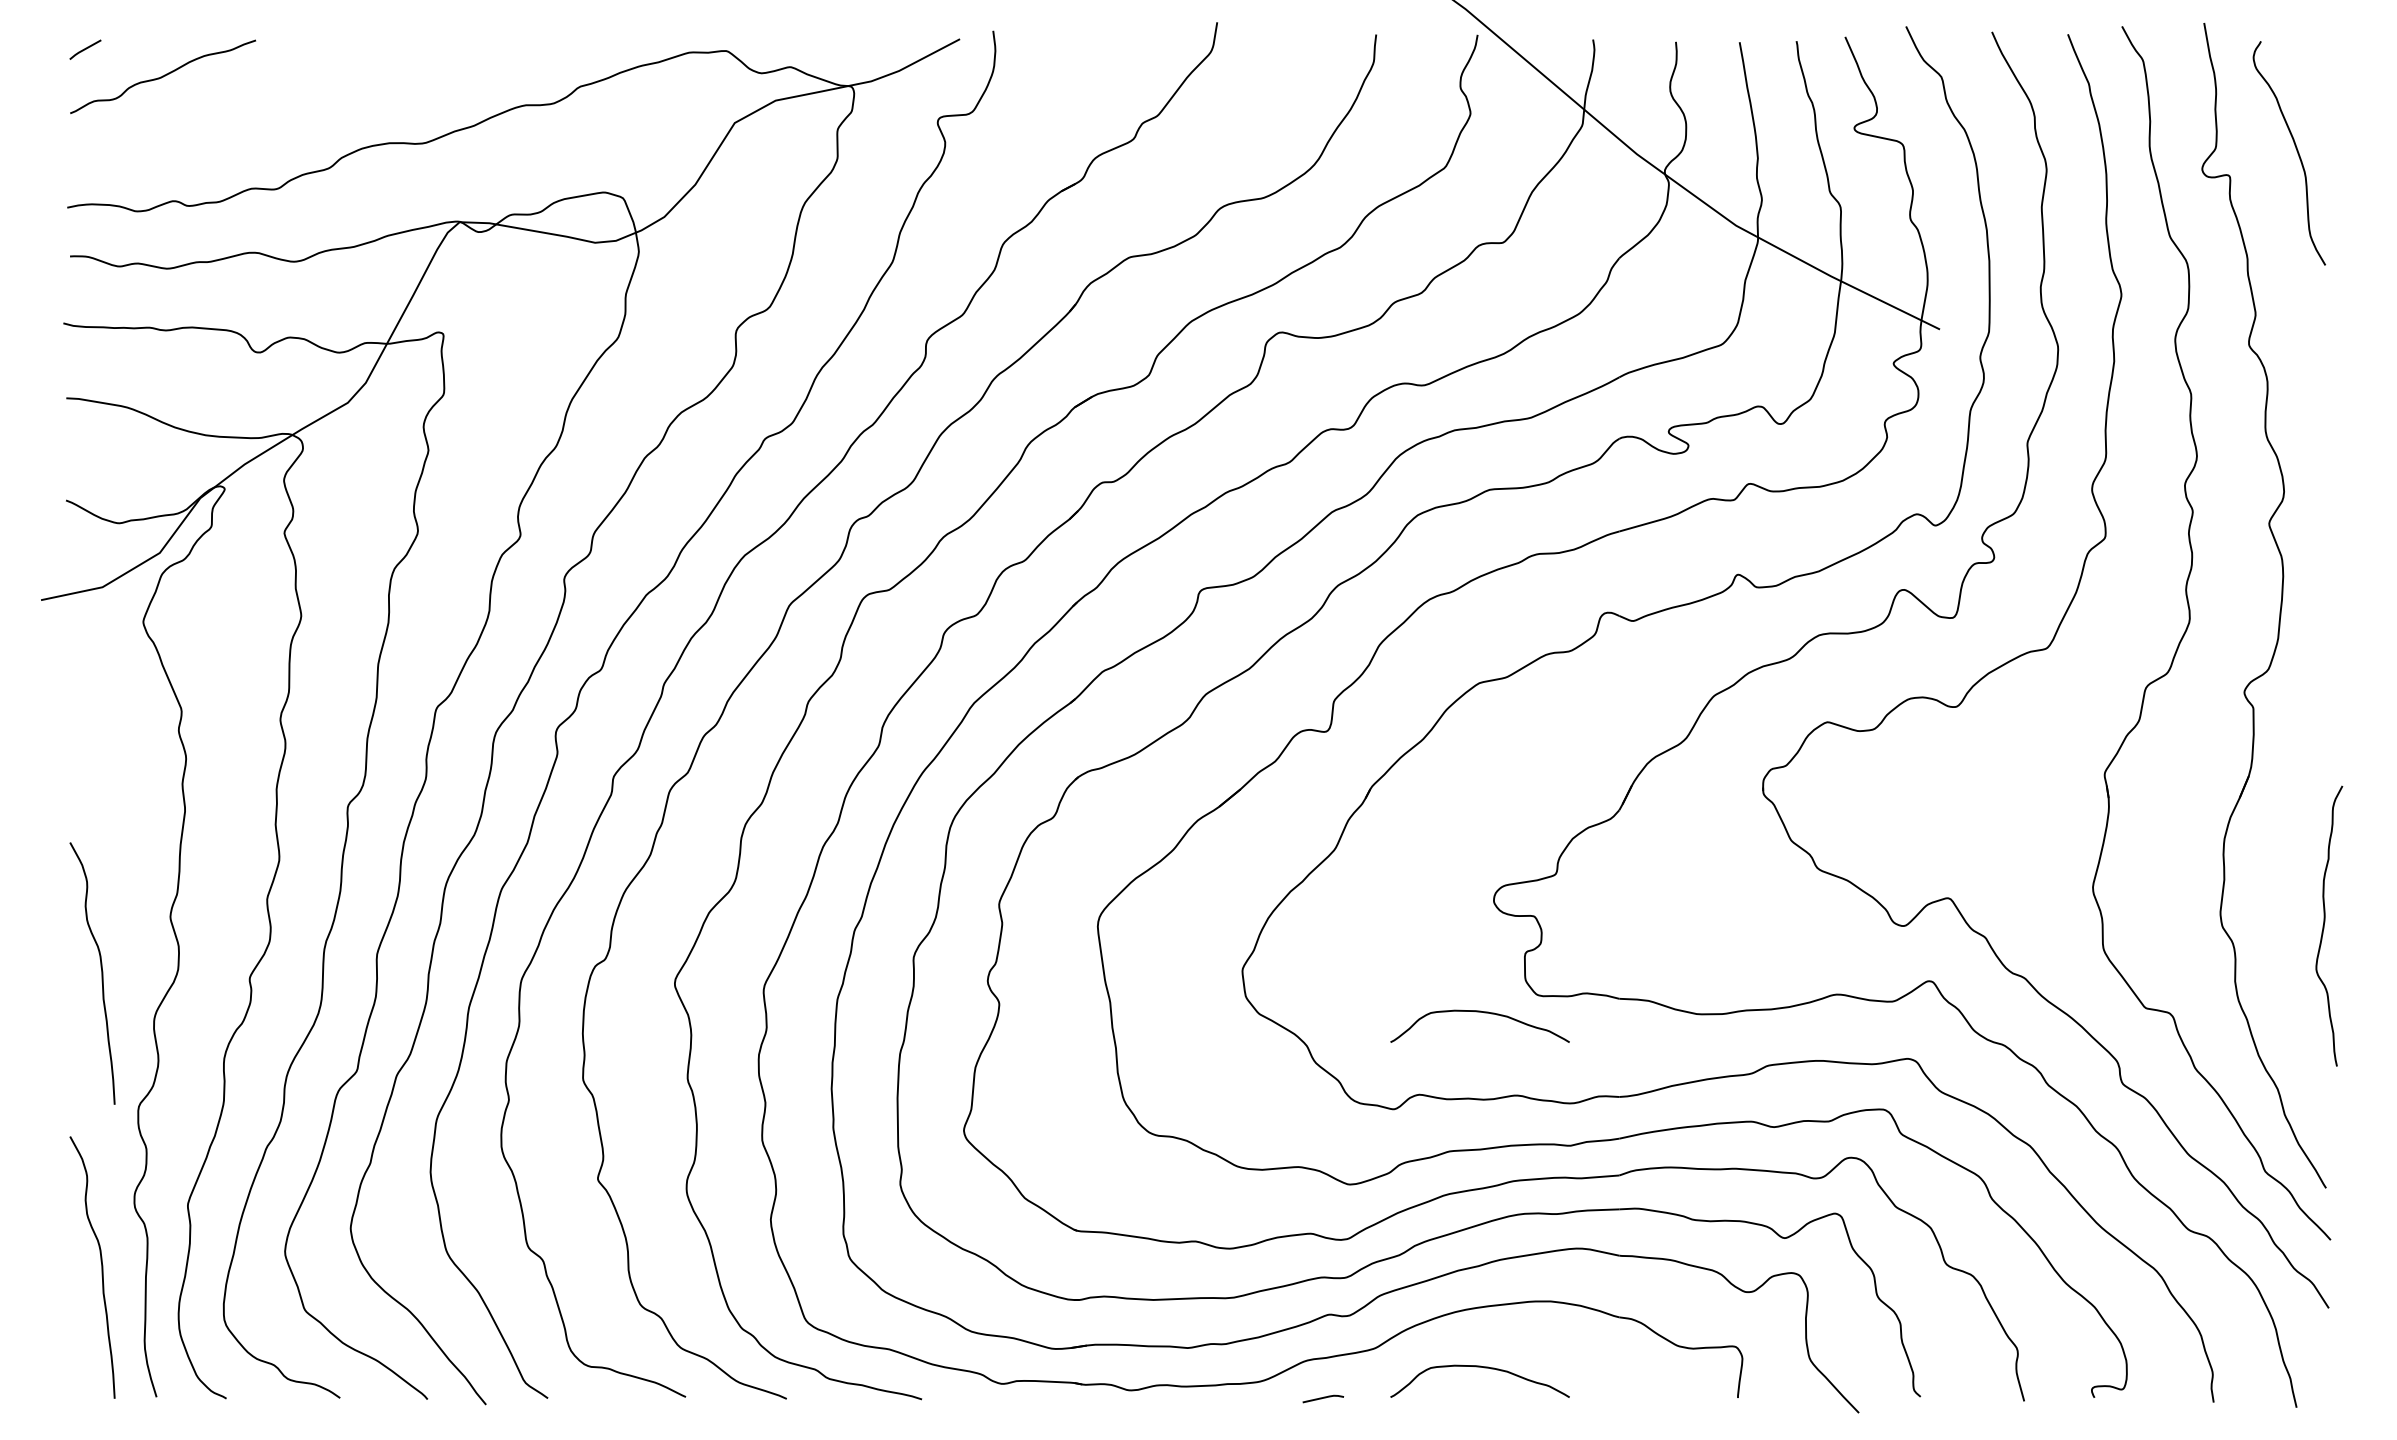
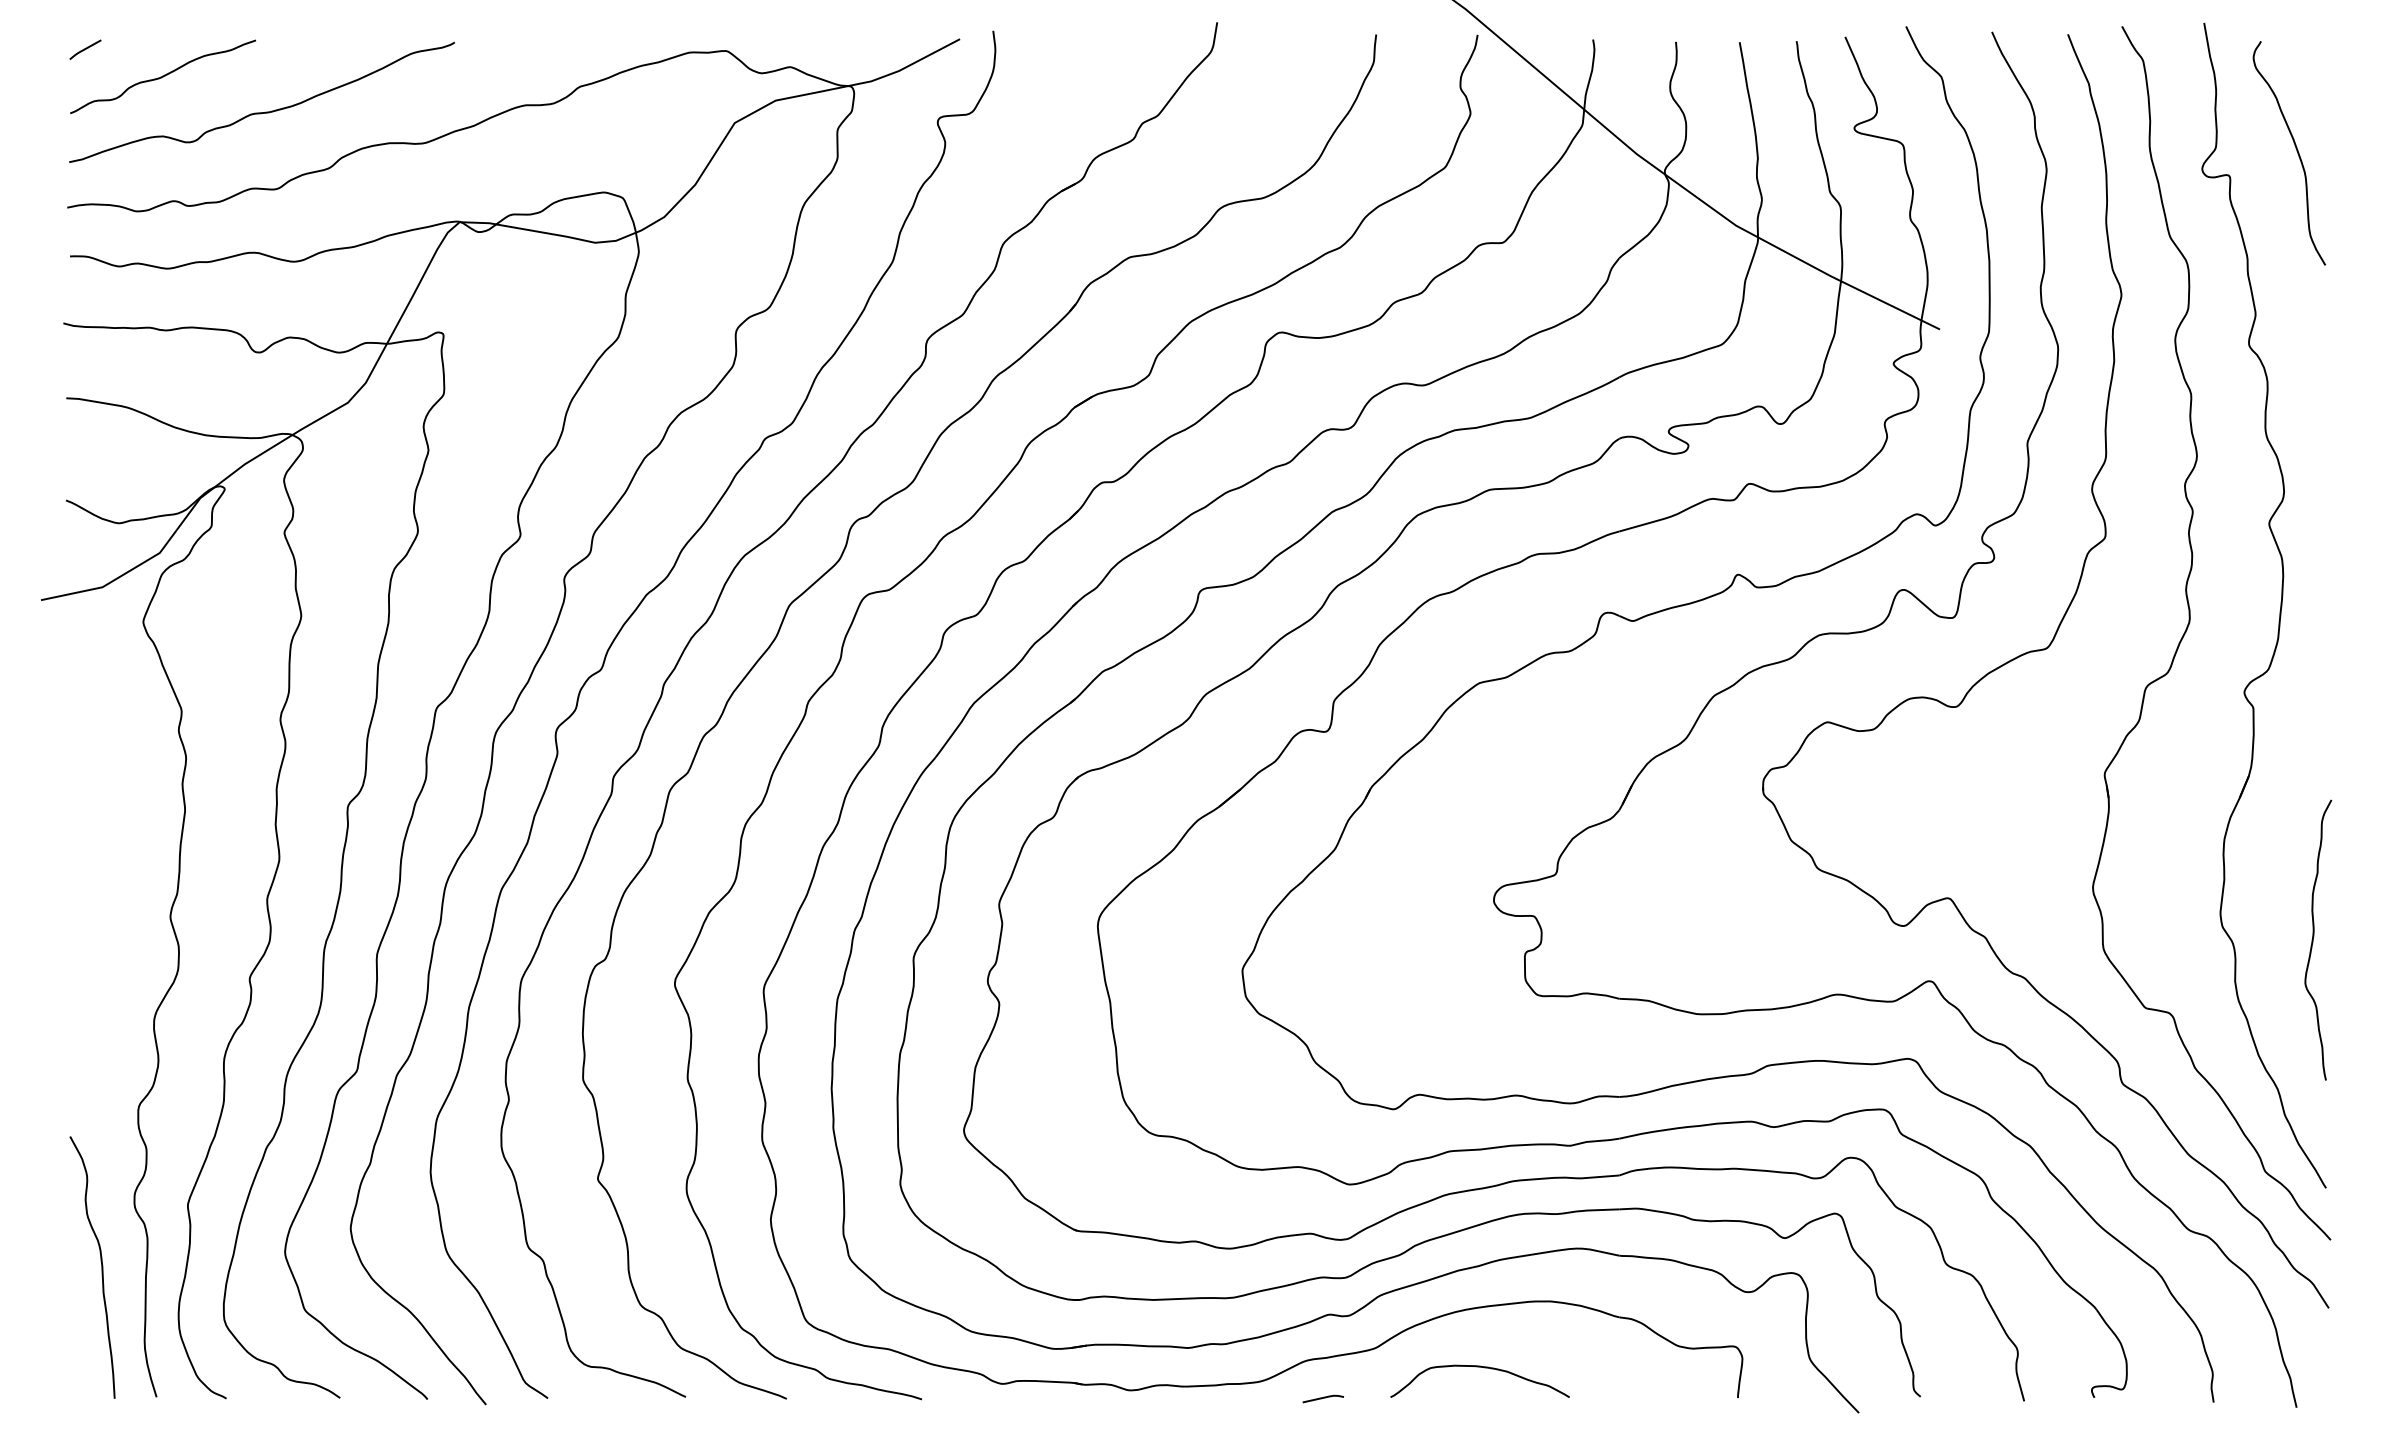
curve at (265, 111): none -> present
curve at (2325, 922) position: (2325, 922) -> (2314, 936)
curve at (101, 973): present -> none
curve at (1479, 1012): present -> none
